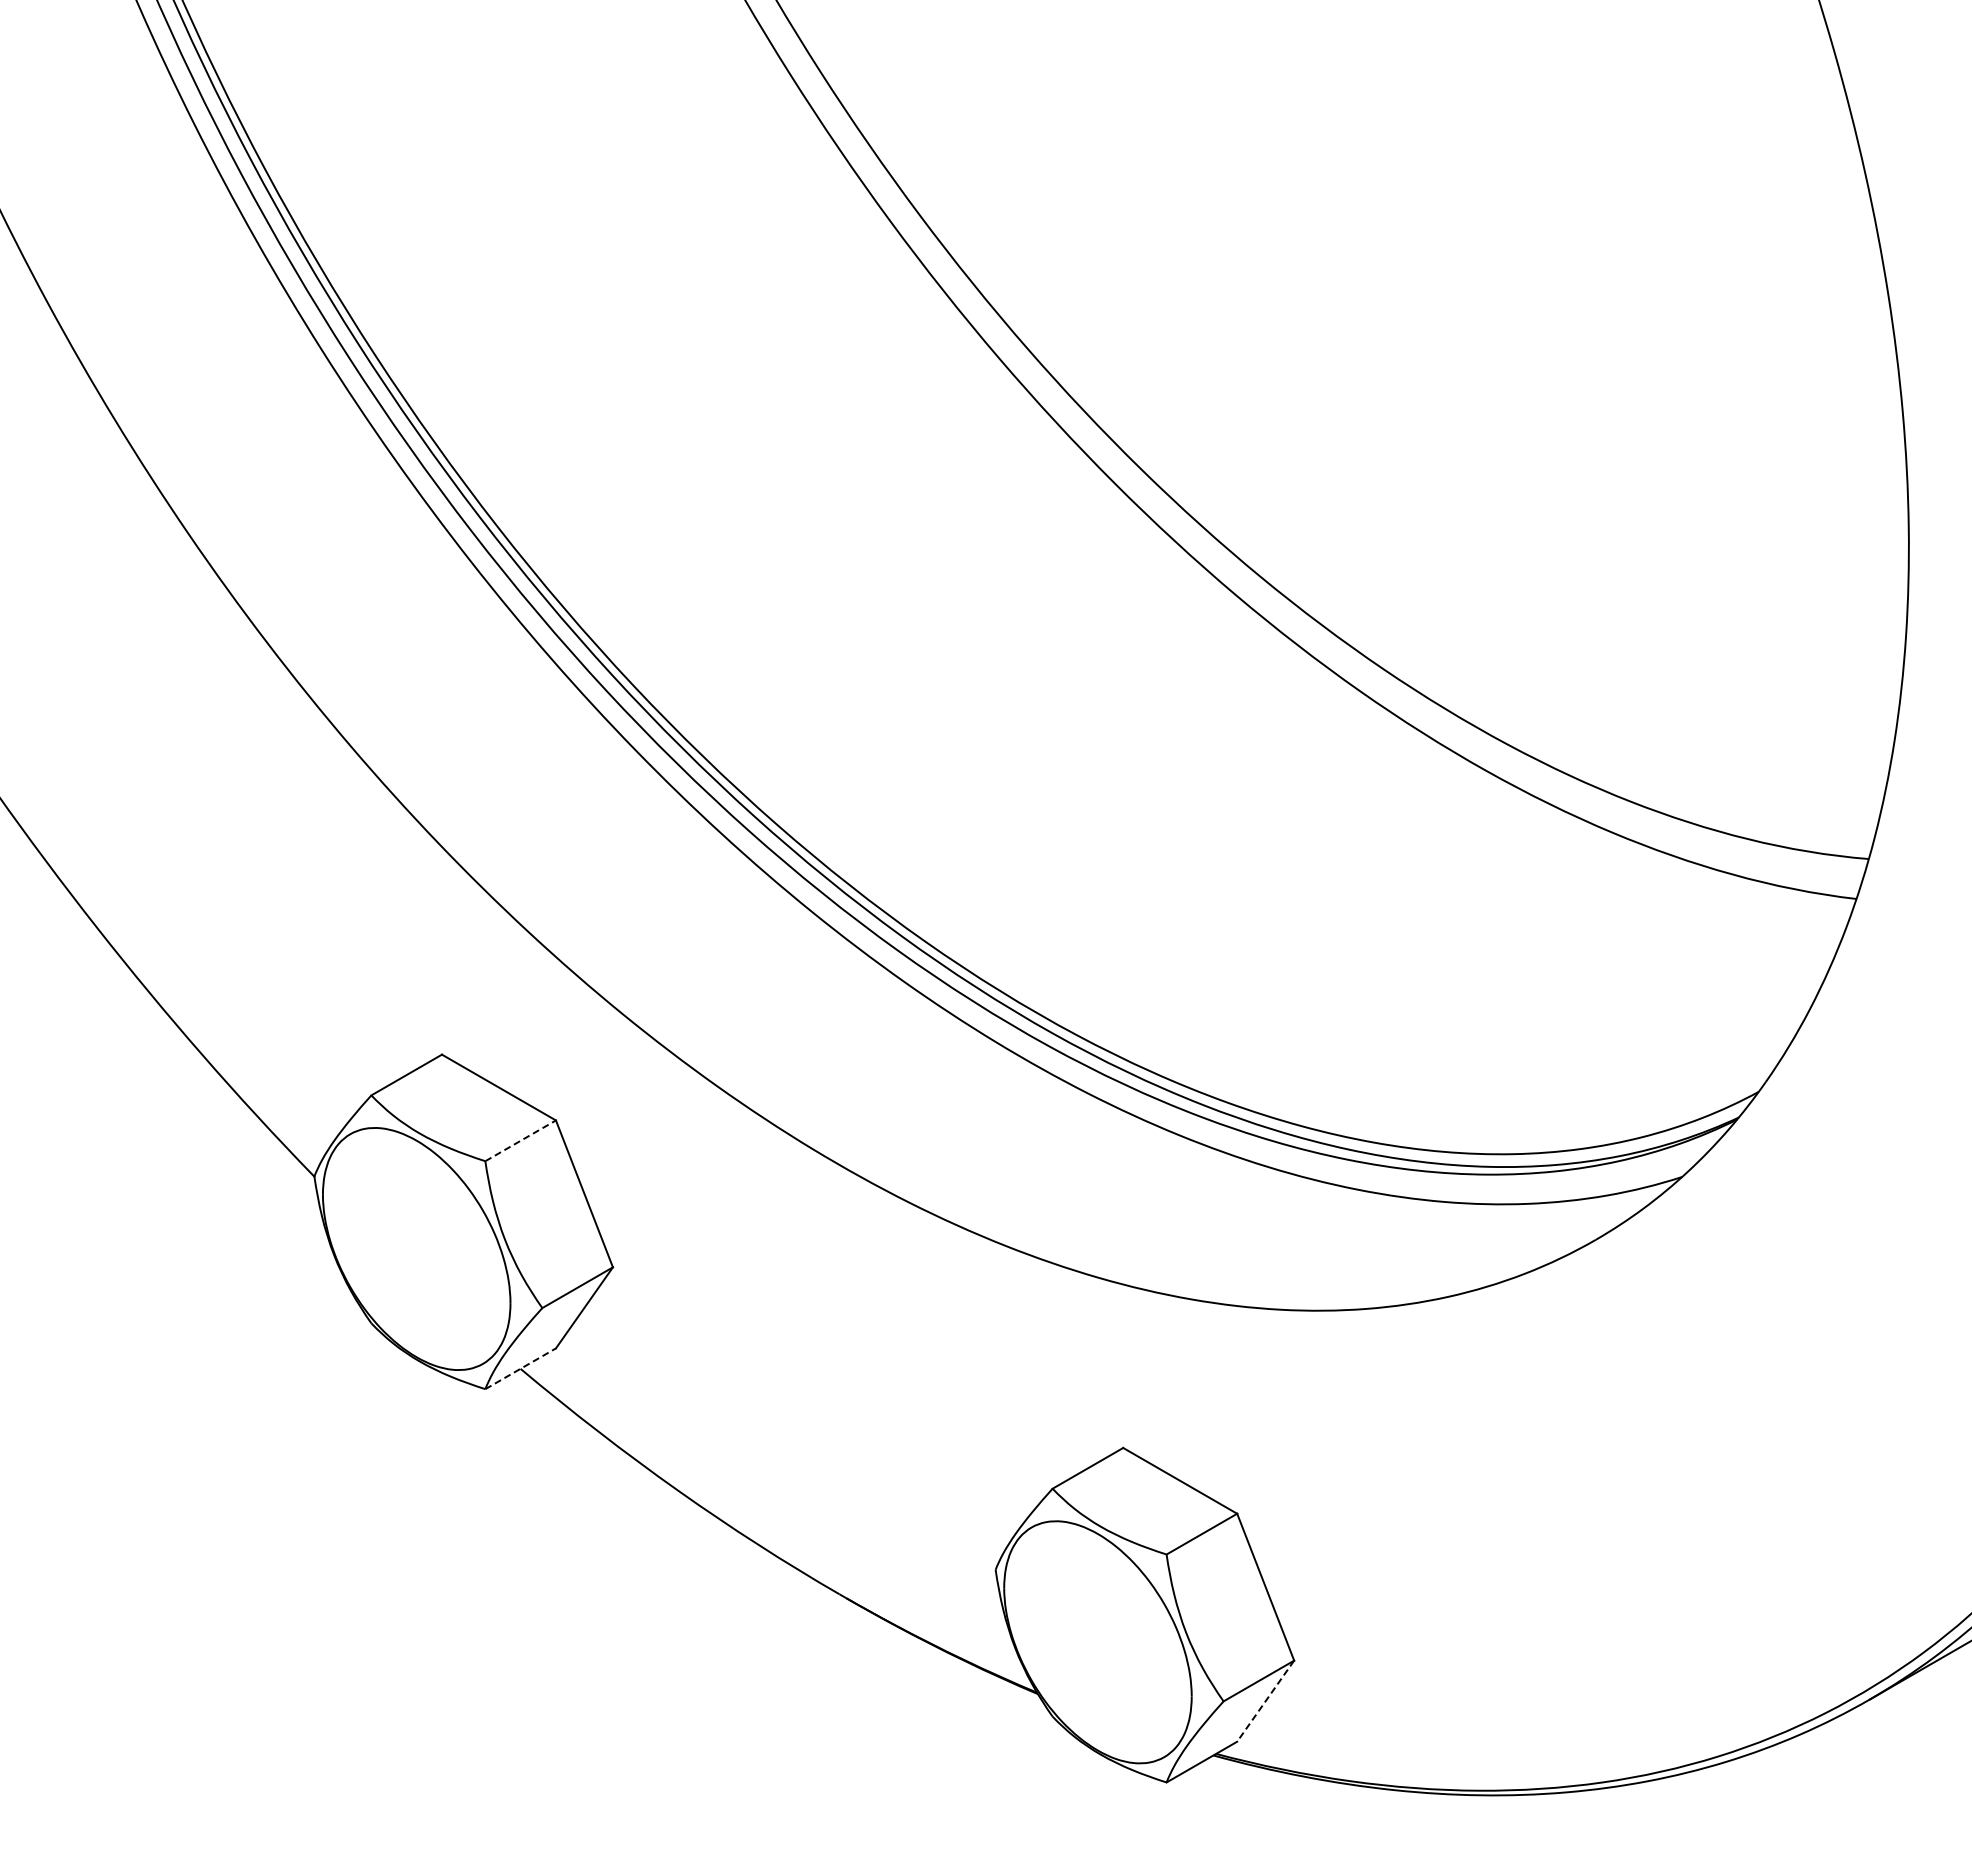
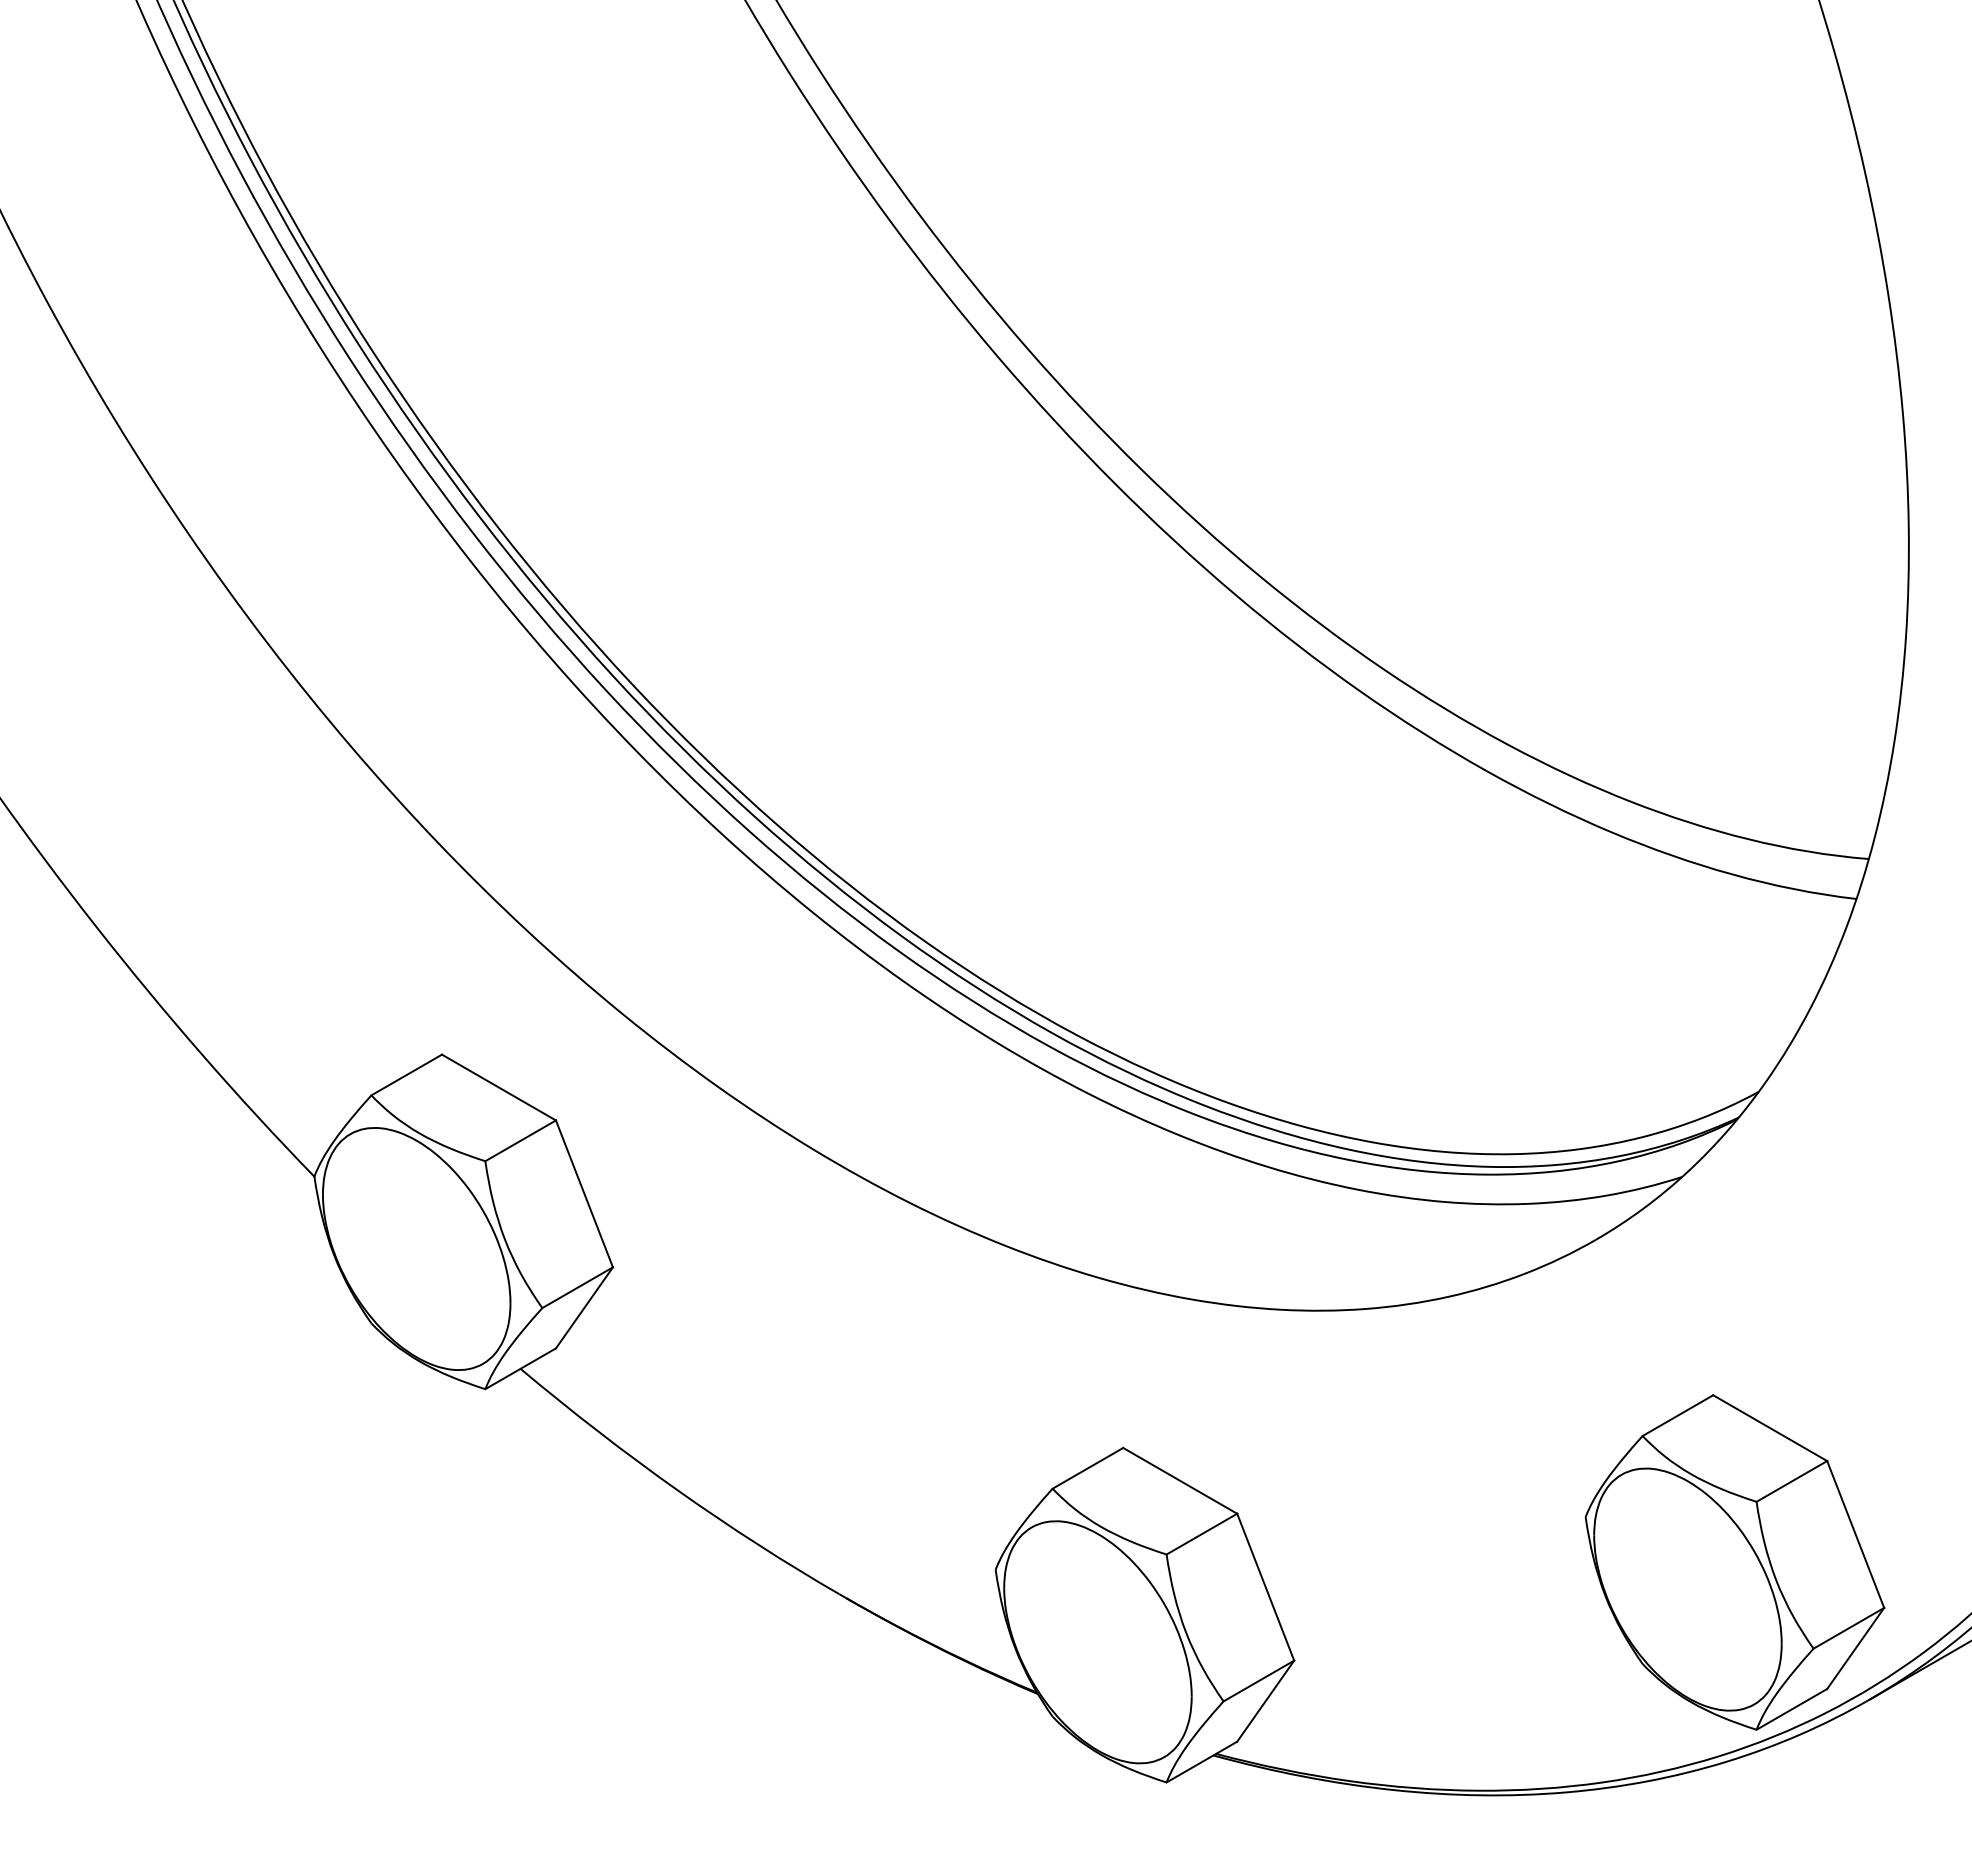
line at (520, 1140): dashed -> solid
line at (520, 1368): dashed -> solid
part at (1734, 1562): none -> present
line at (1265, 1701): dashed -> solid
